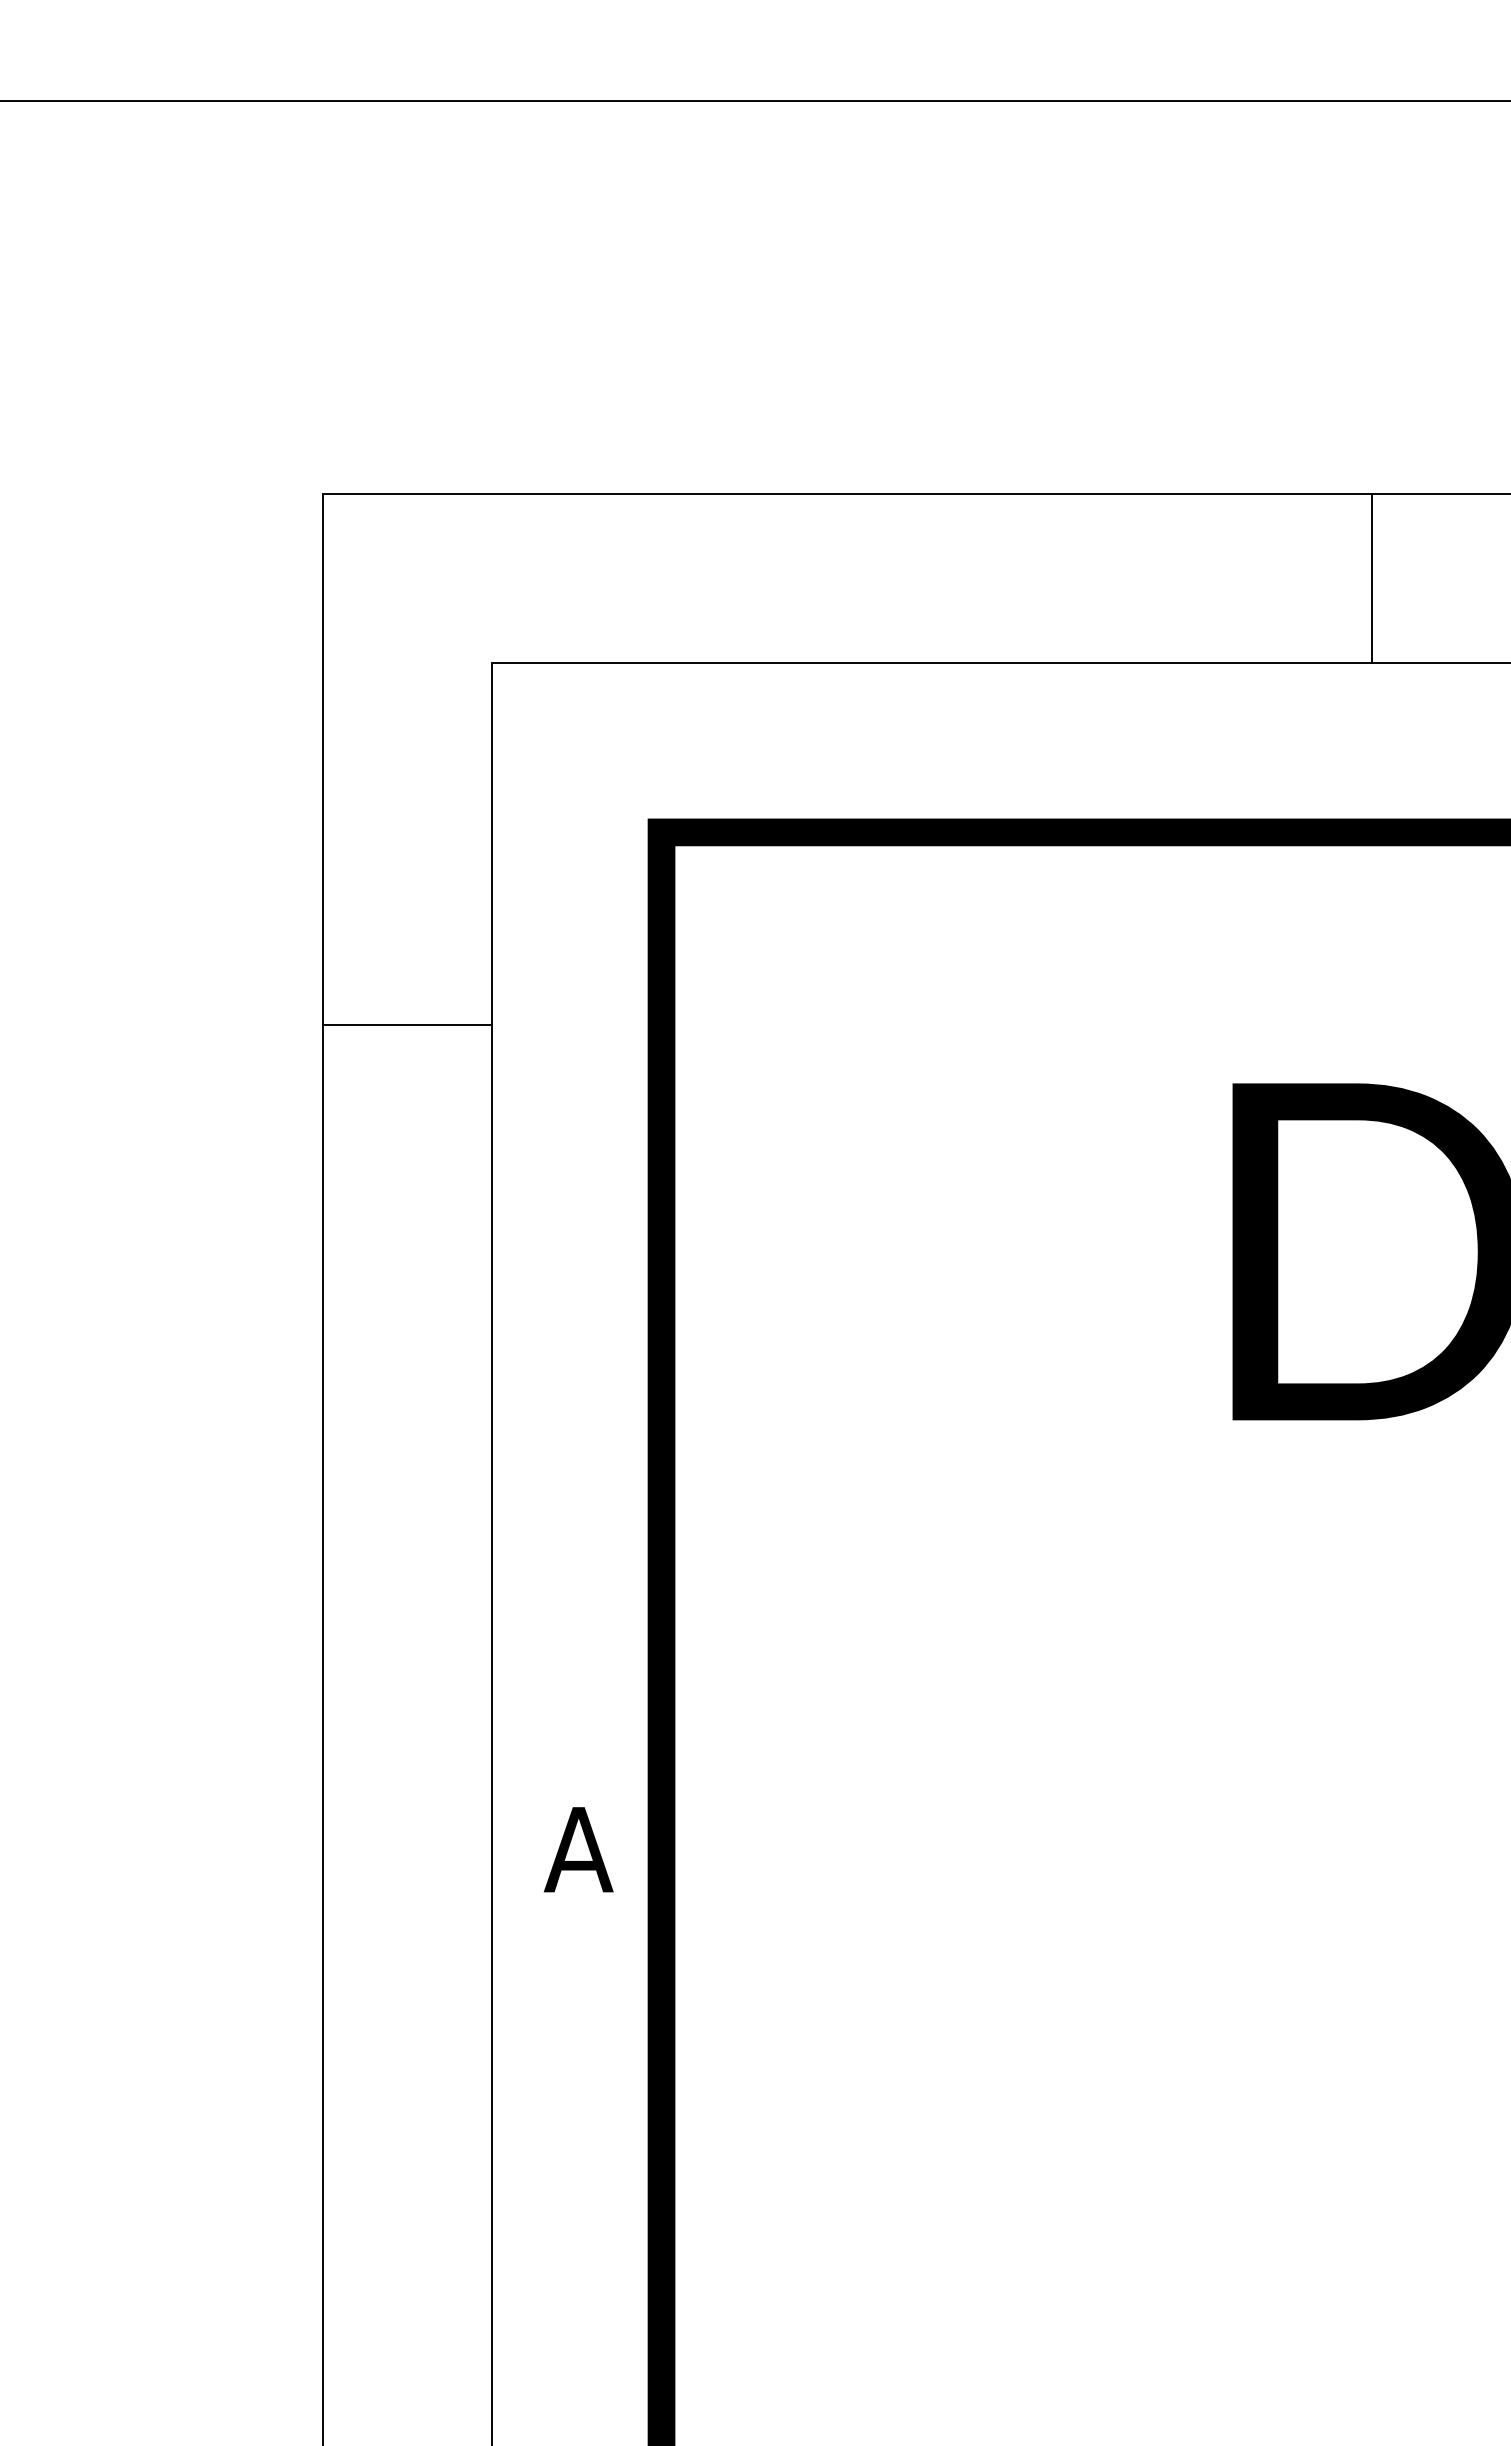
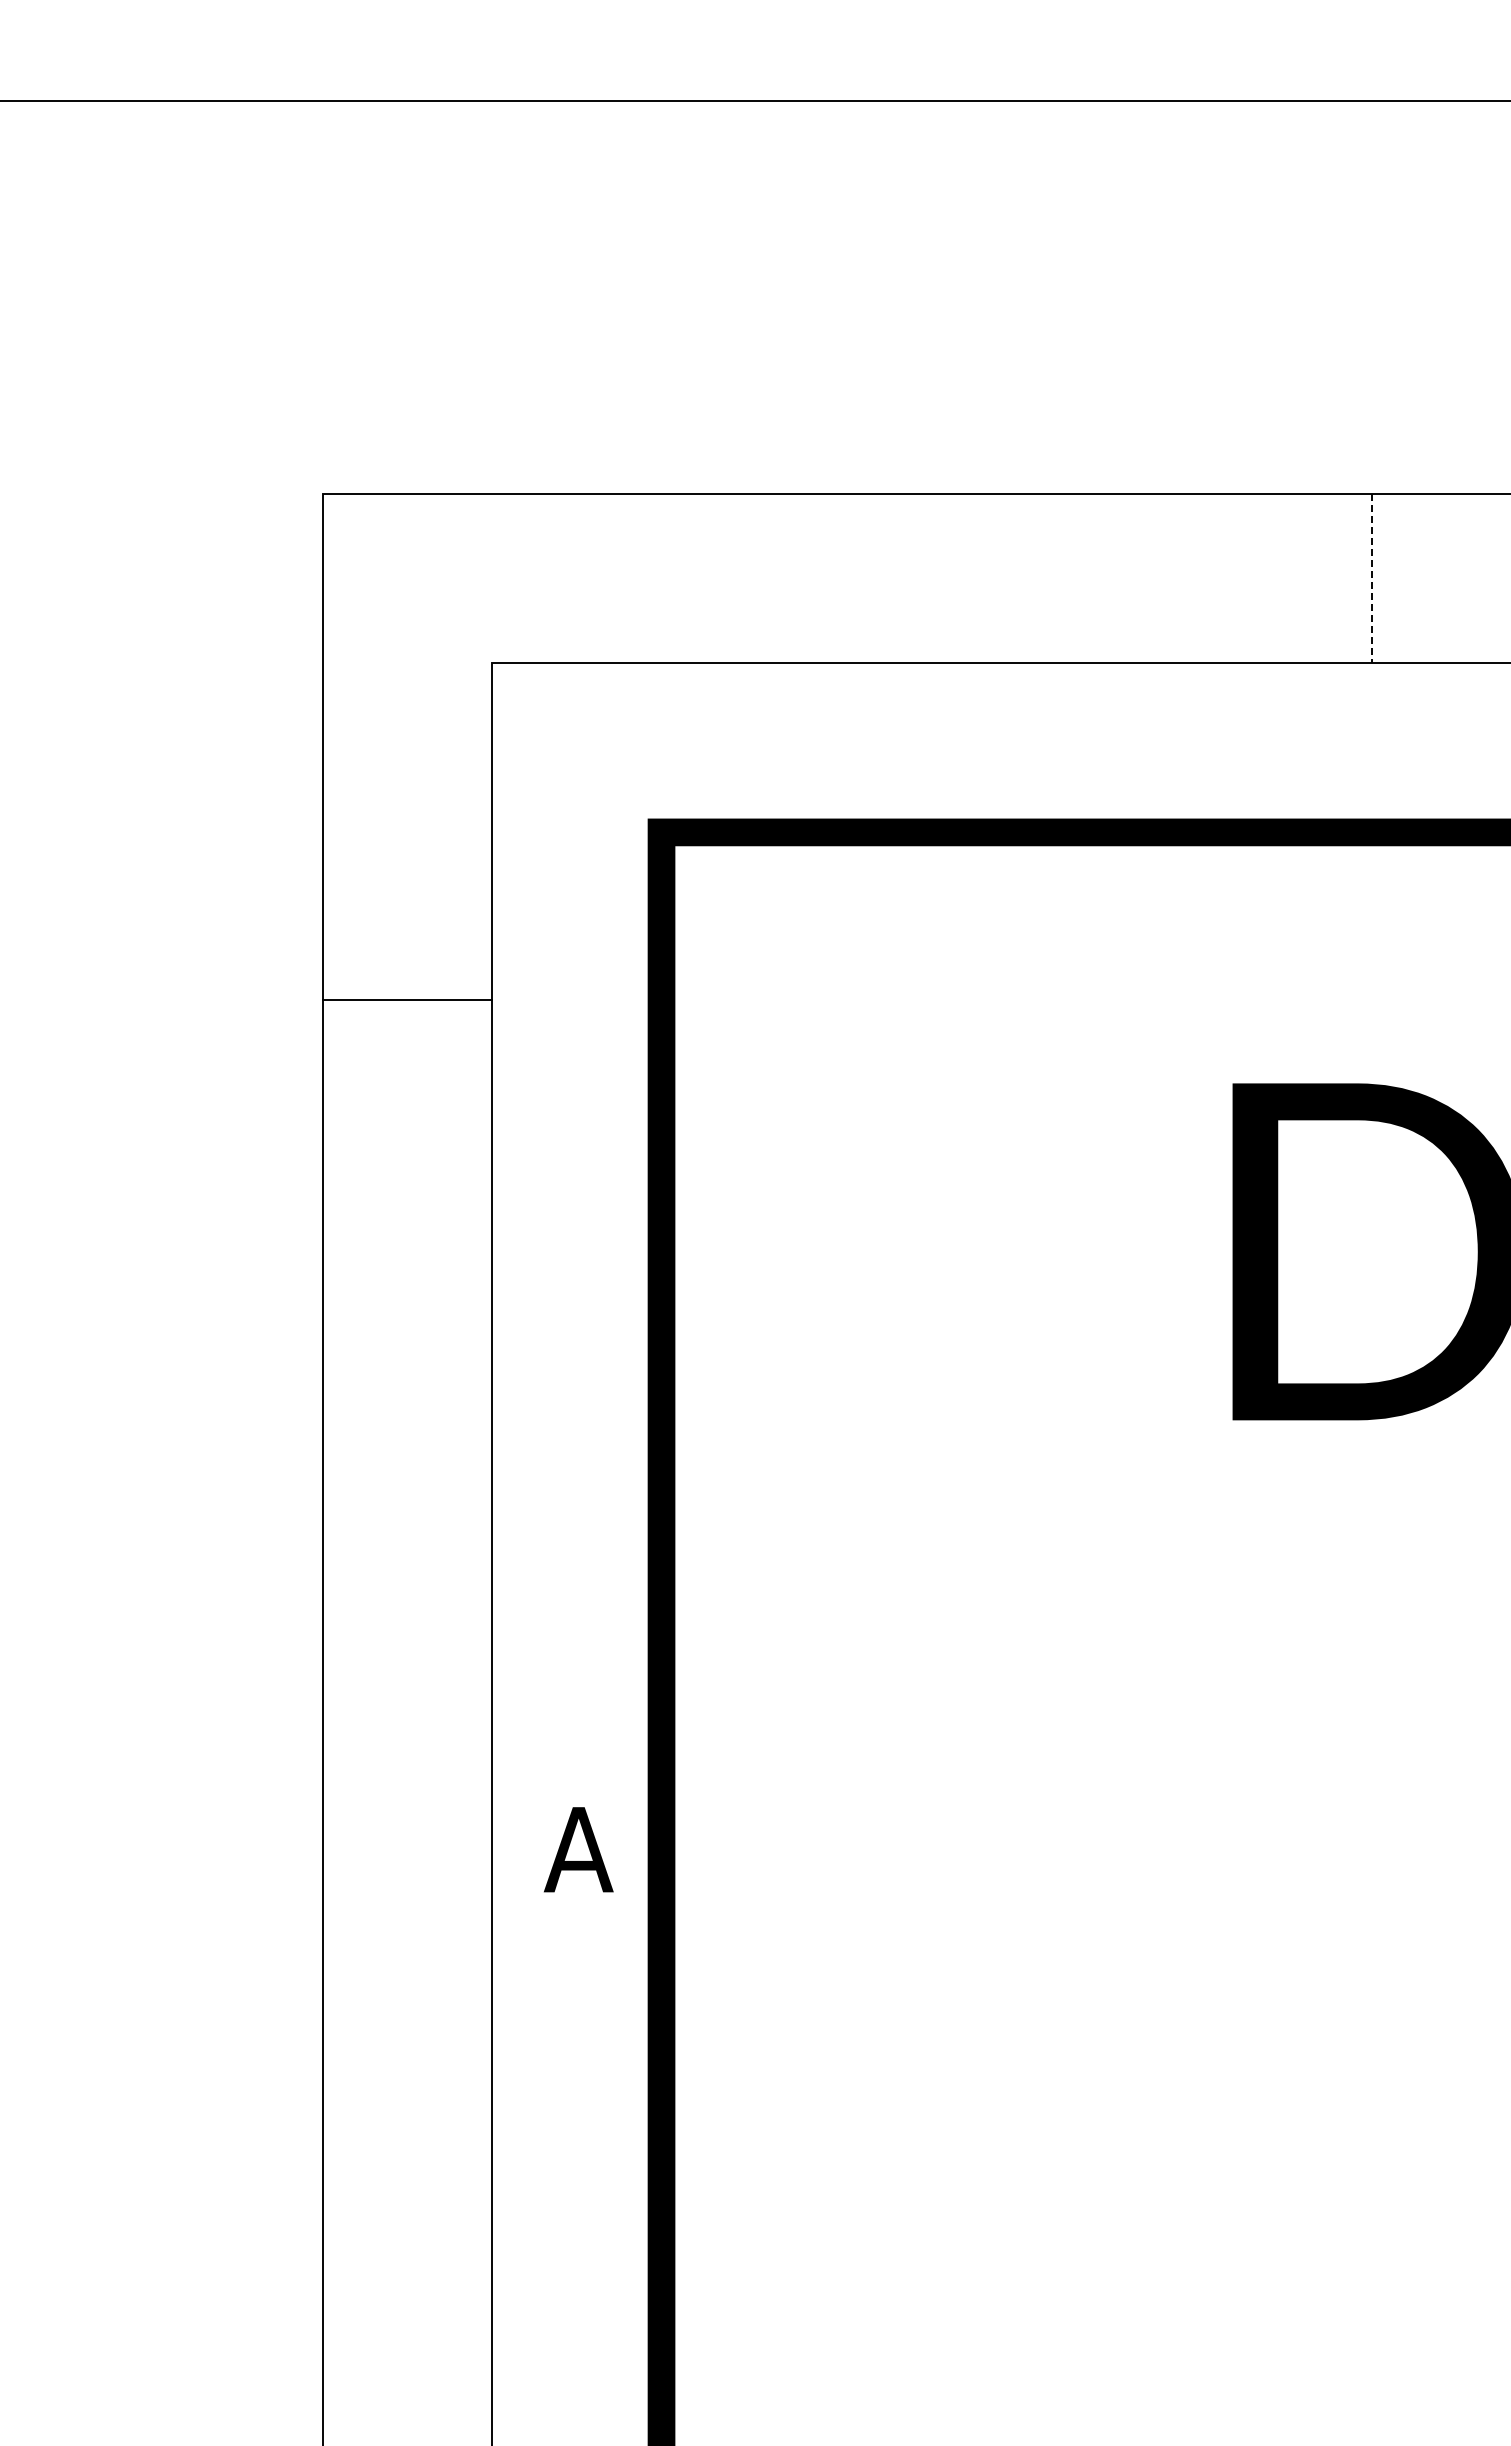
line at (1371, 578): solid -> dashed
line at (407, 1025) position: (407, 1025) -> (407, 1000)
